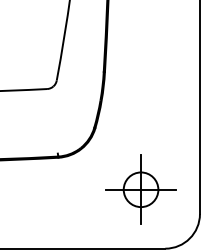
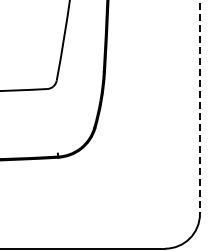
line at (199, 107): solid -> dashed
part at (140, 189): present -> none
